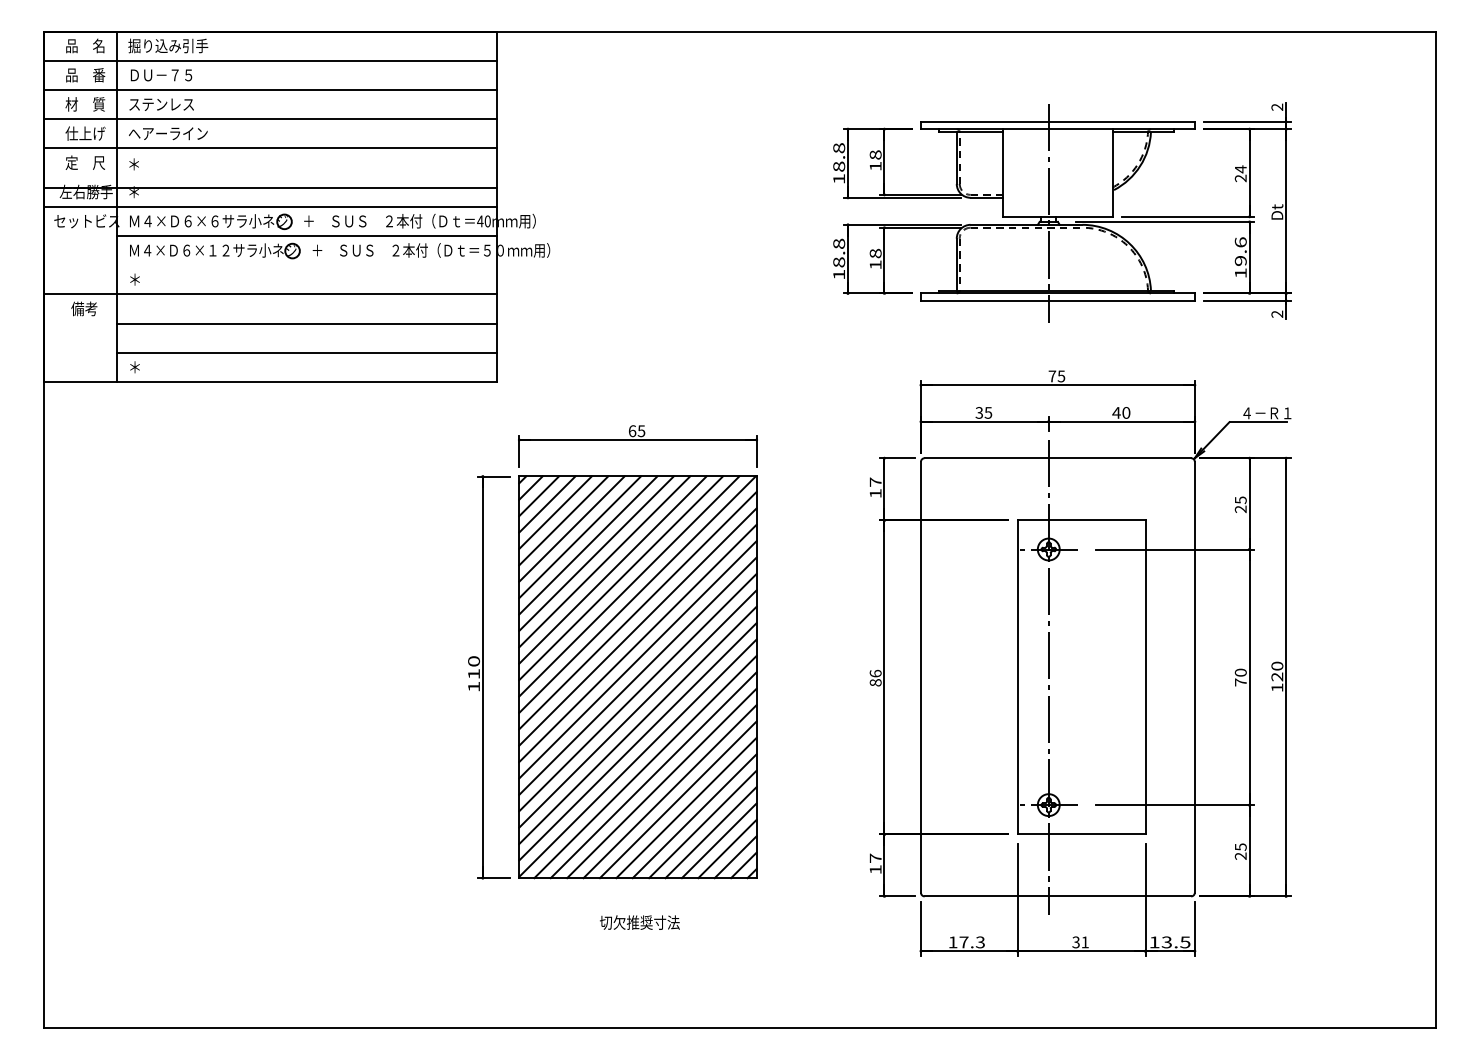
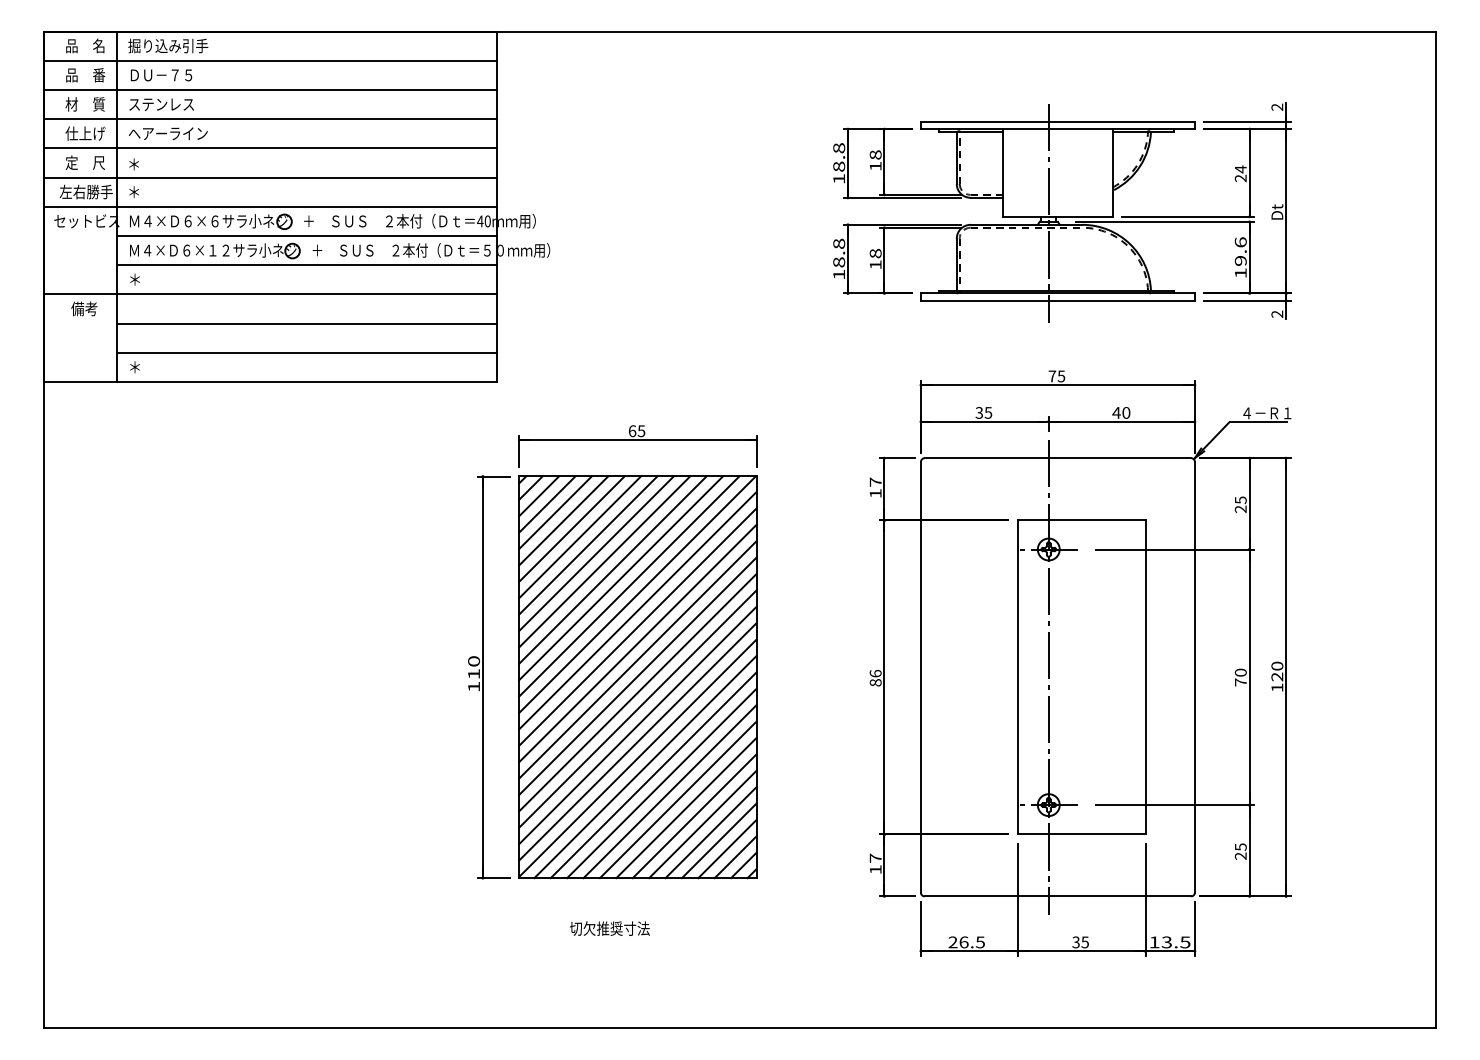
line at (270, 187) position: (270, 187) -> (270, 177)
line at (307, 265): none -> present
text at (639, 922) position: (639, 922) -> (609, 928)
text at (966, 942): 17.3 -> 26.5
text at (1084, 942): 31 -> 35
